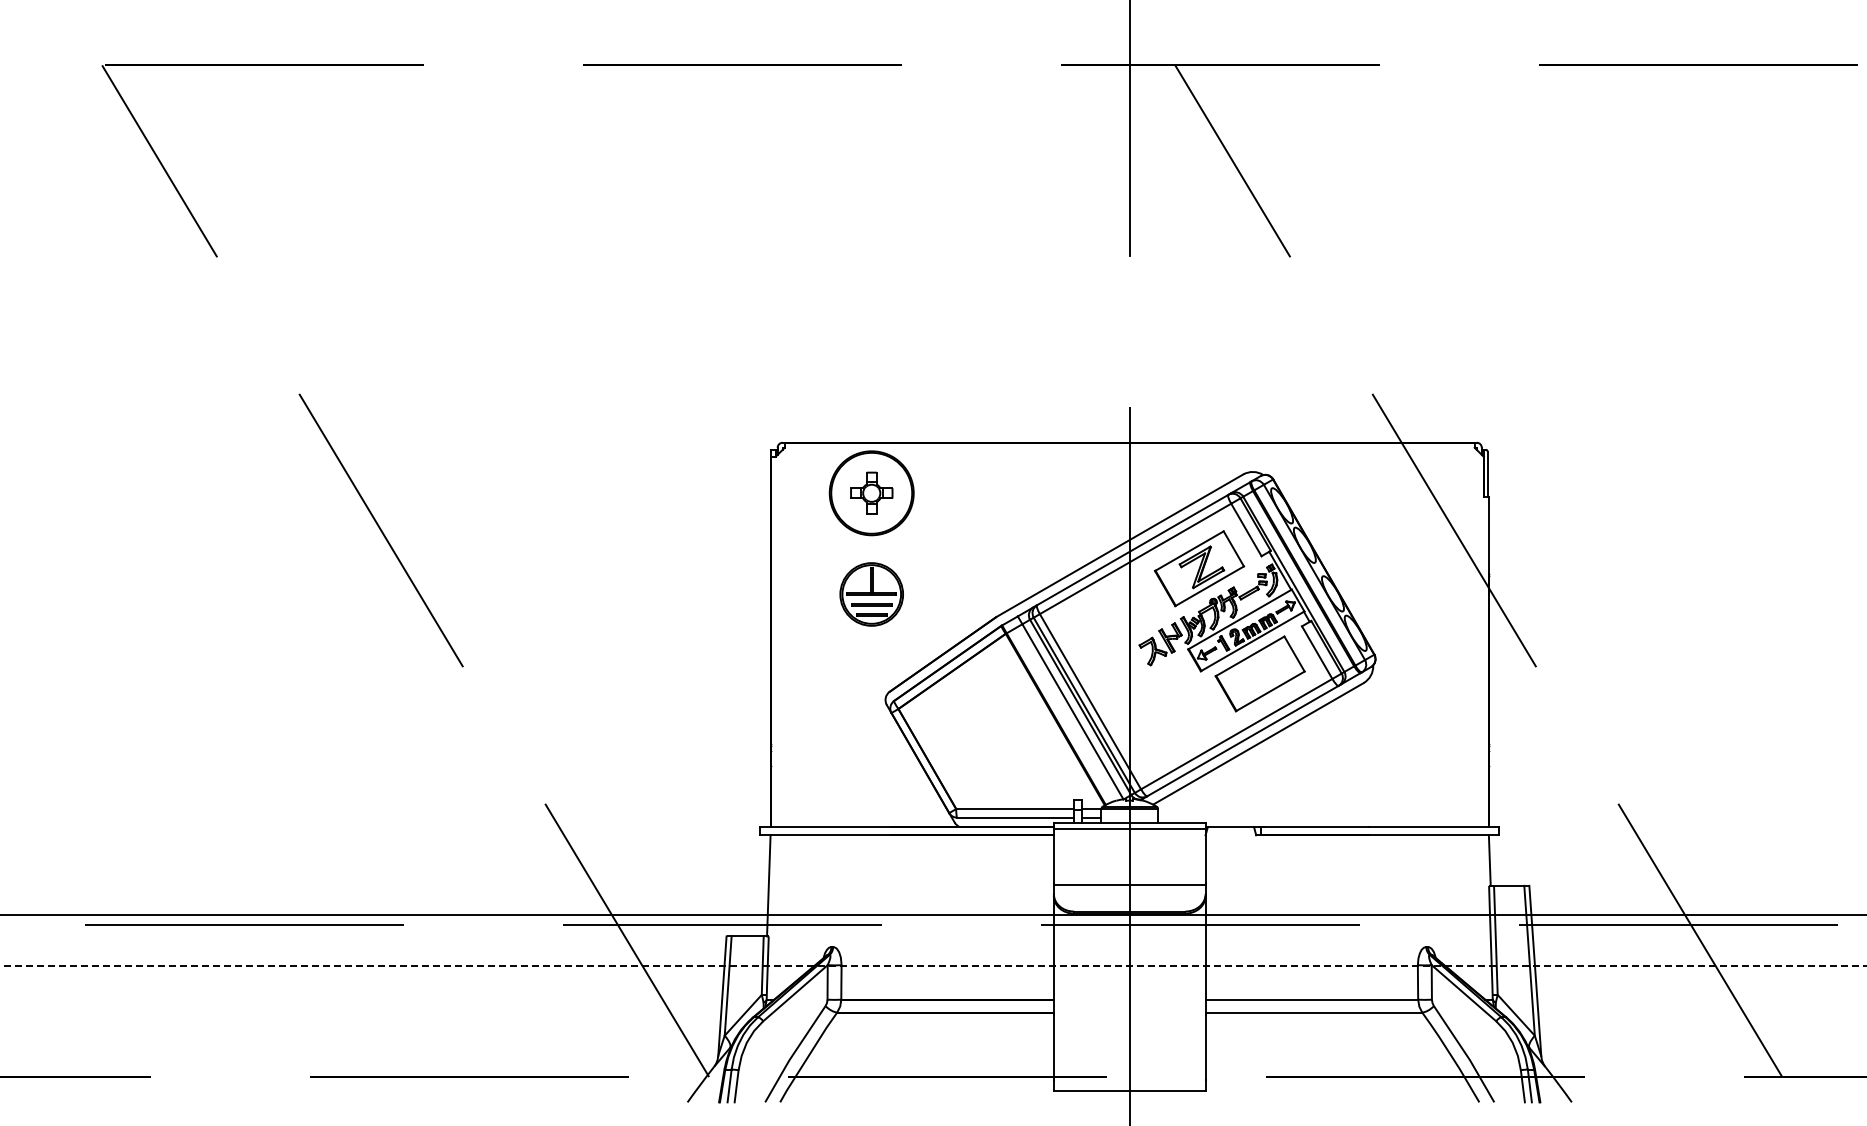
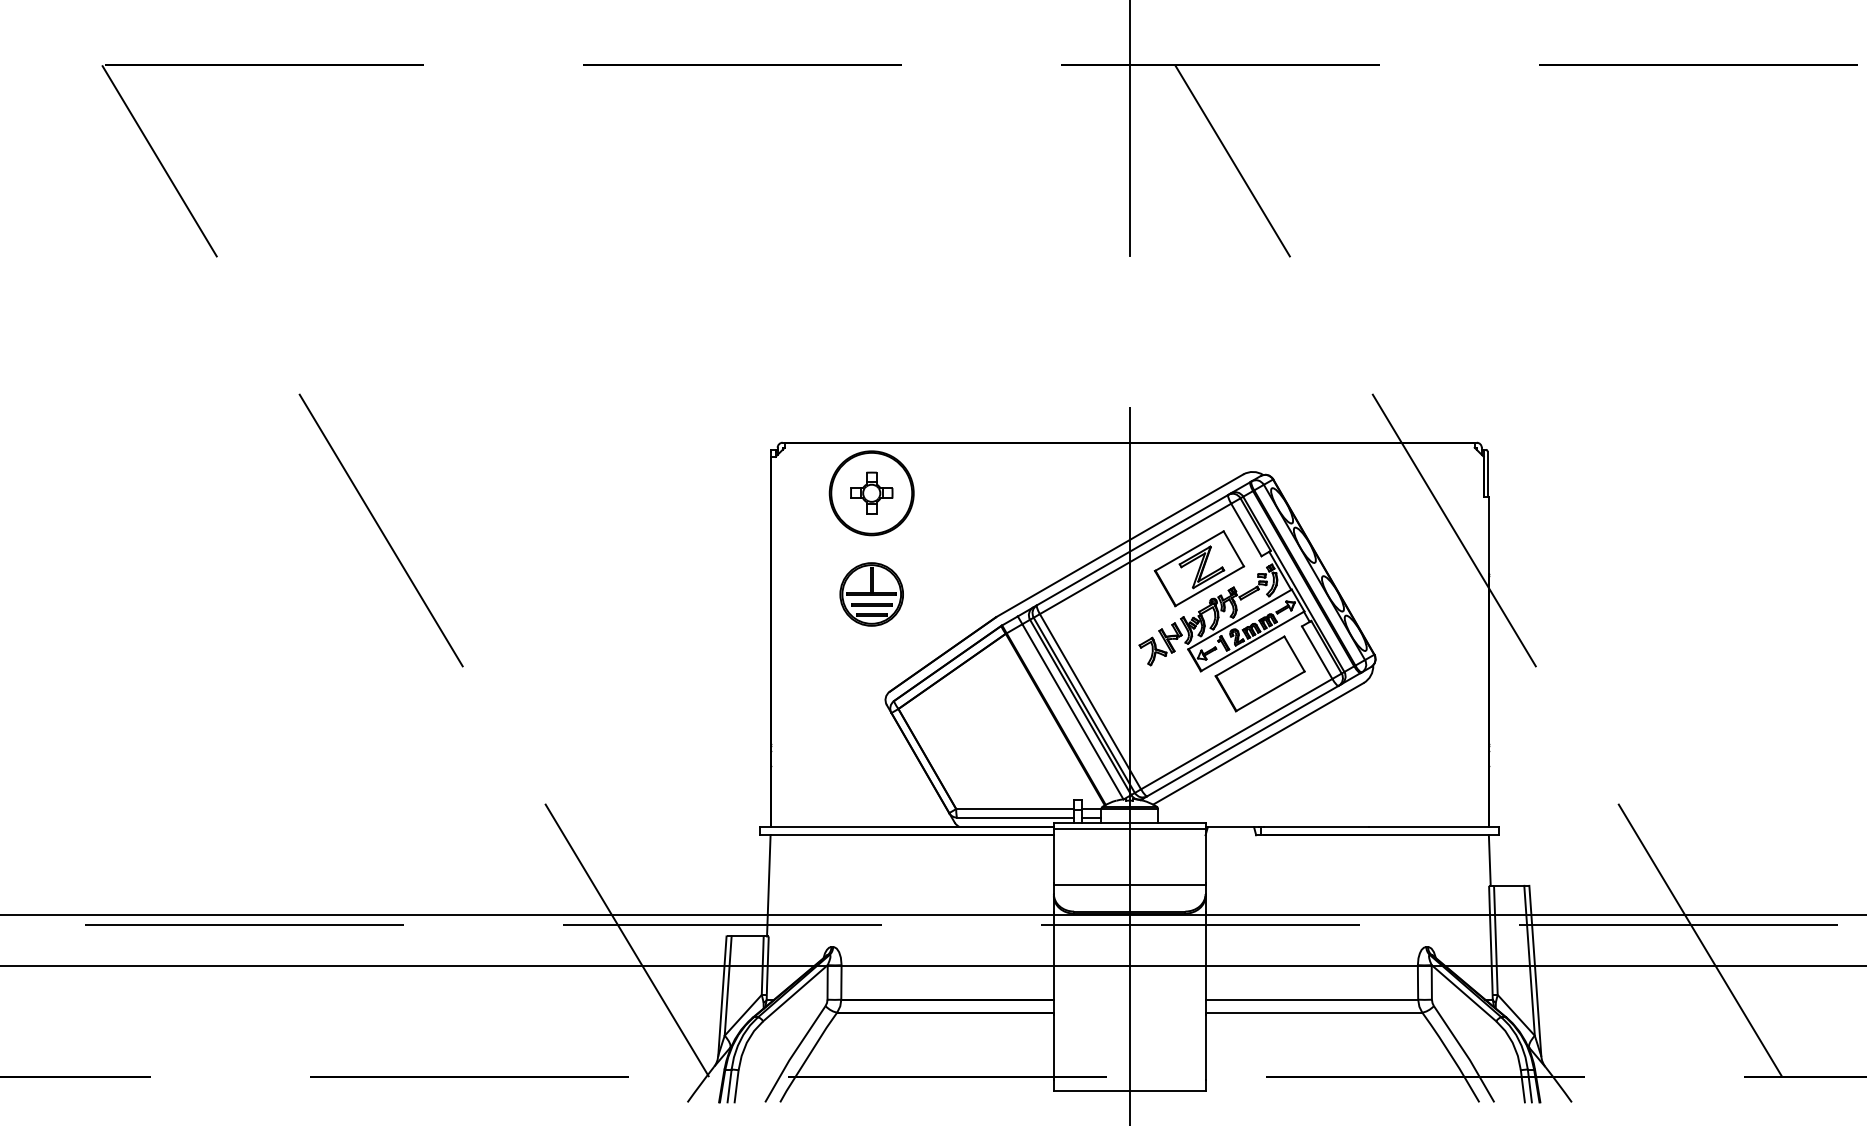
line at (934, 965): dashed -> solid
